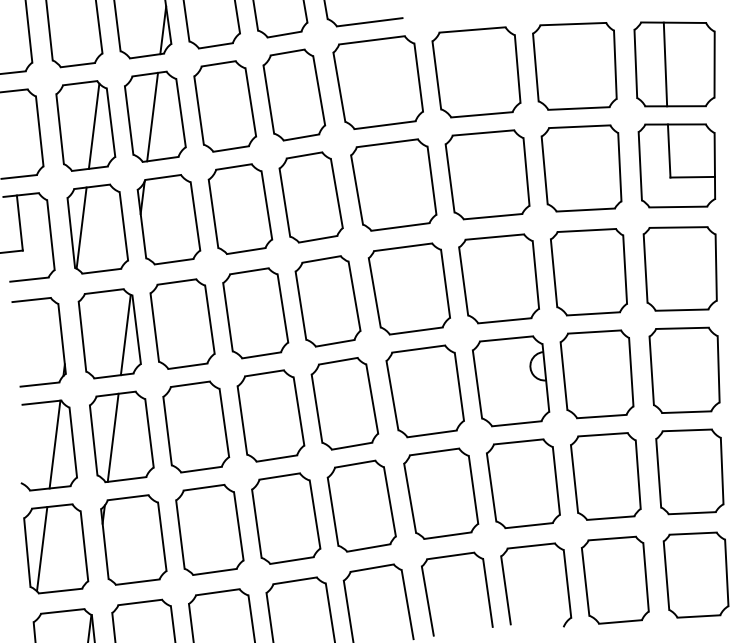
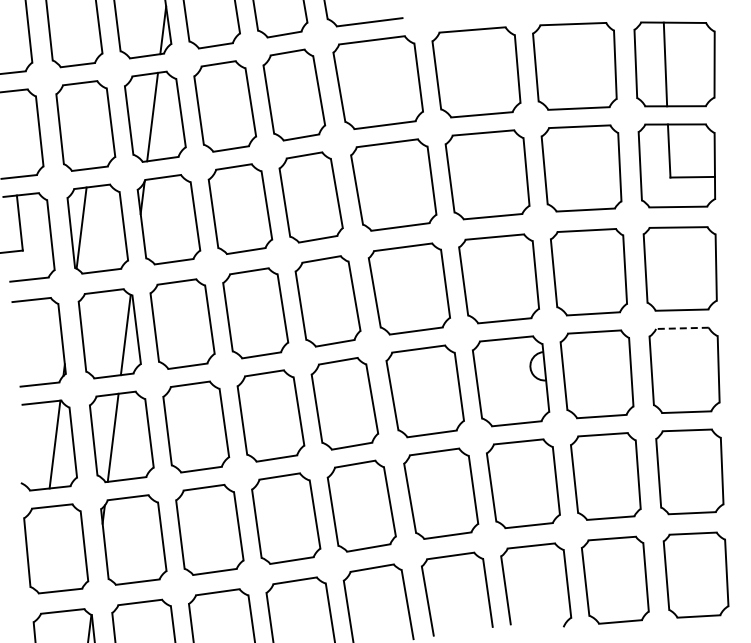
line at (93, 125): present -> none
line at (681, 328): solid -> dashed
line at (41, 549): present -> none
